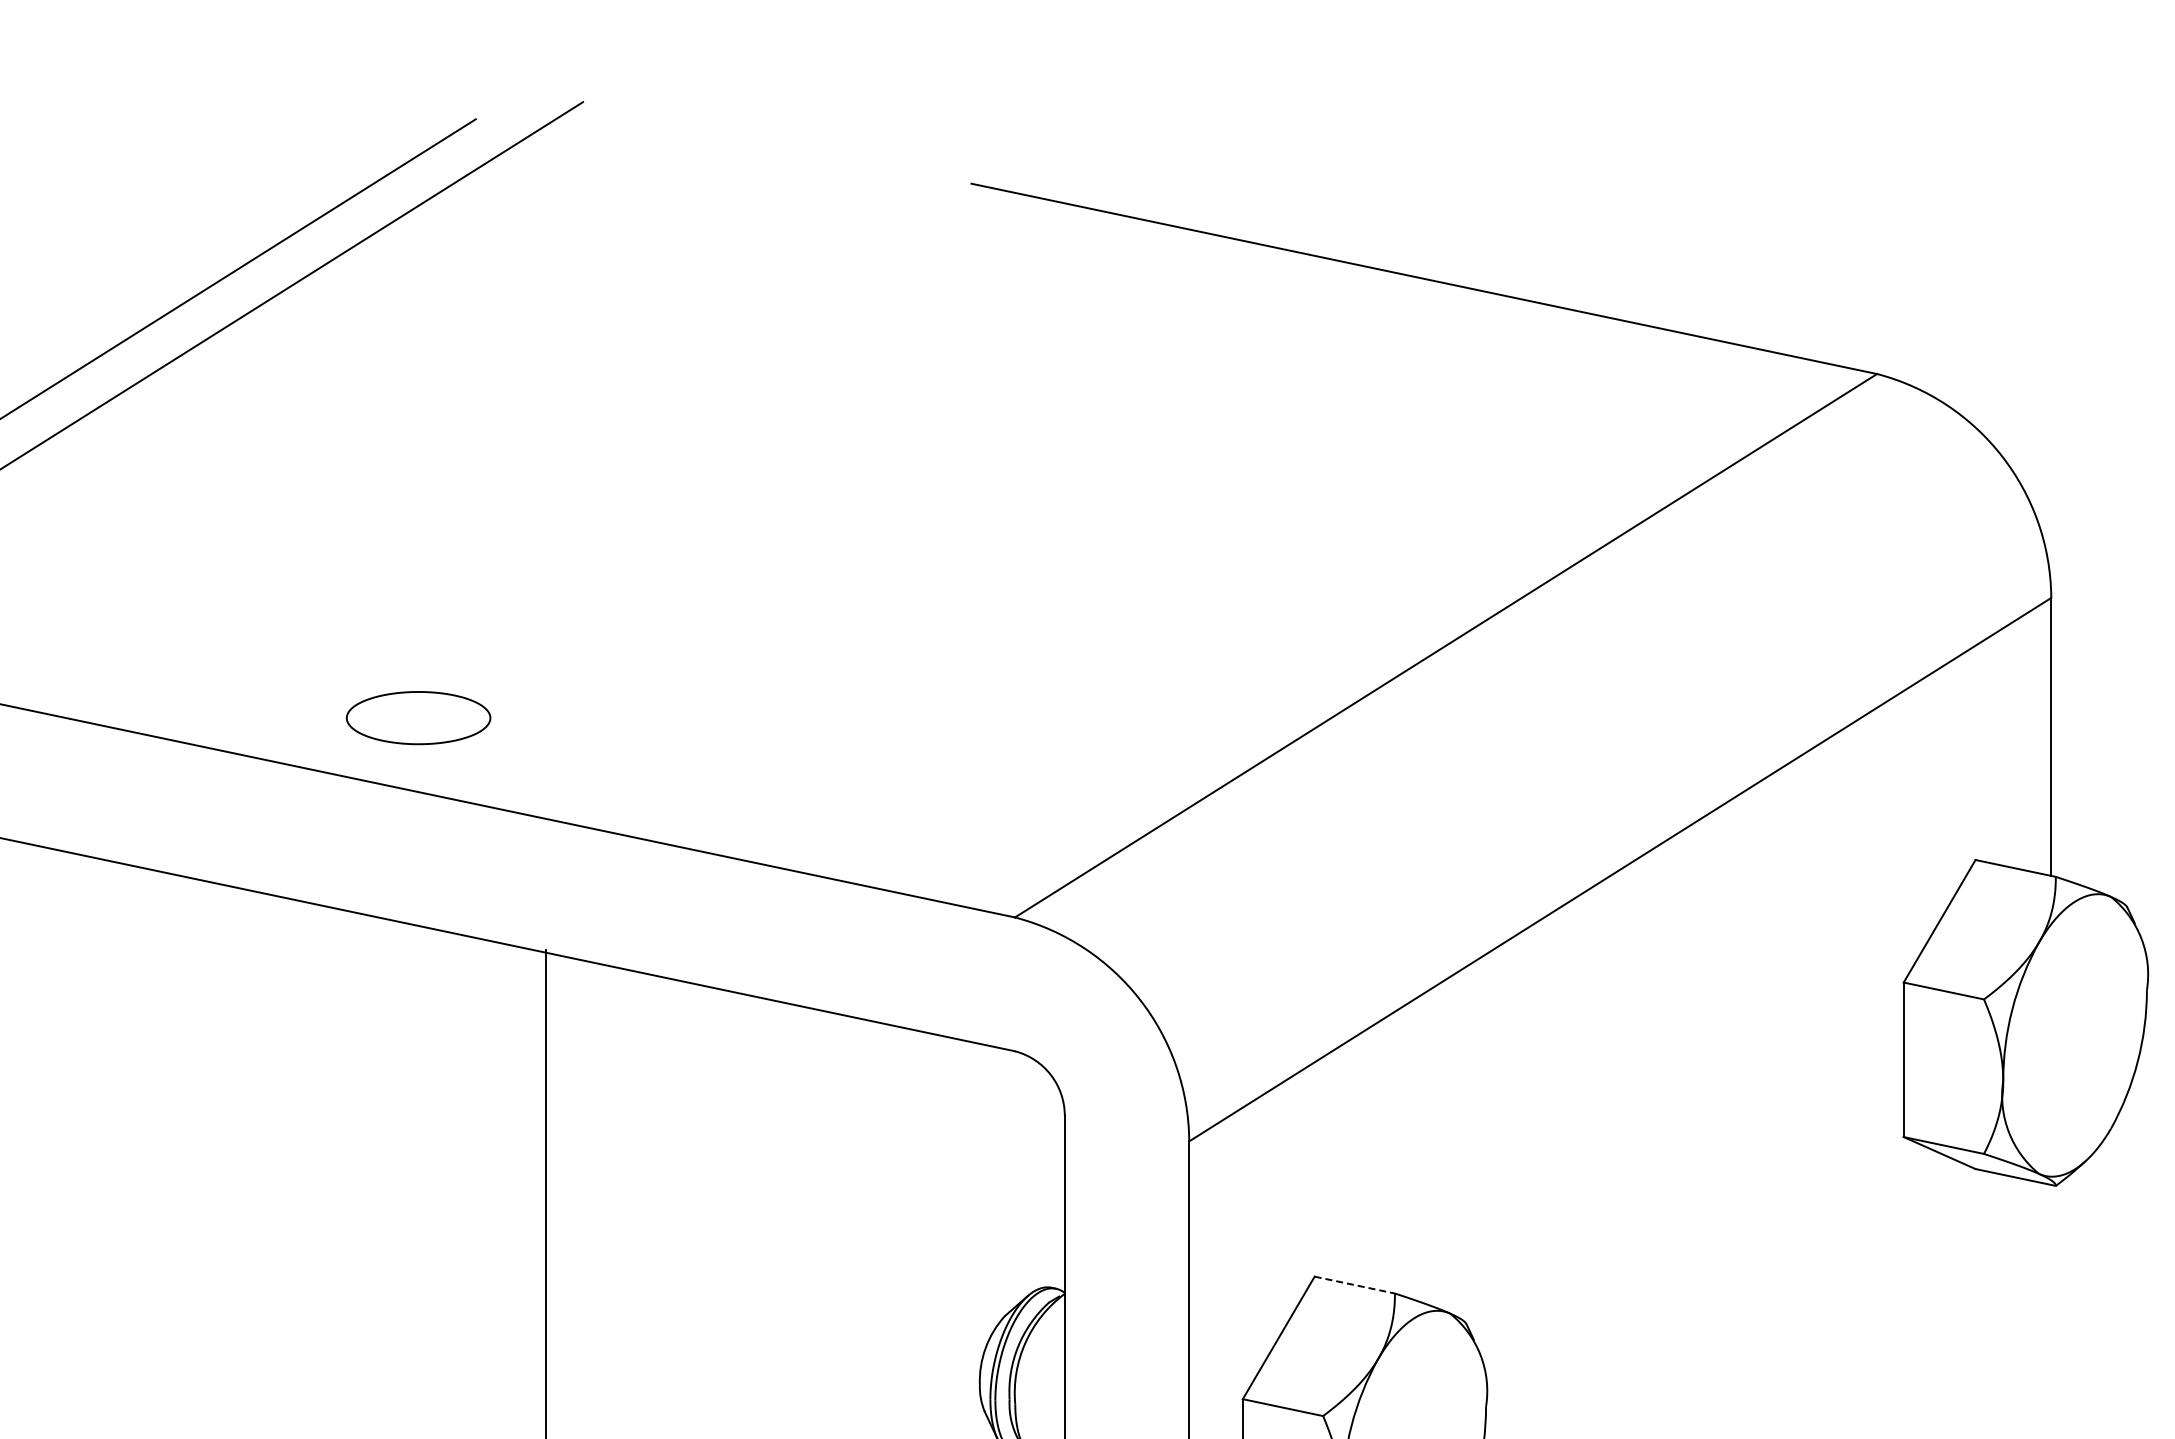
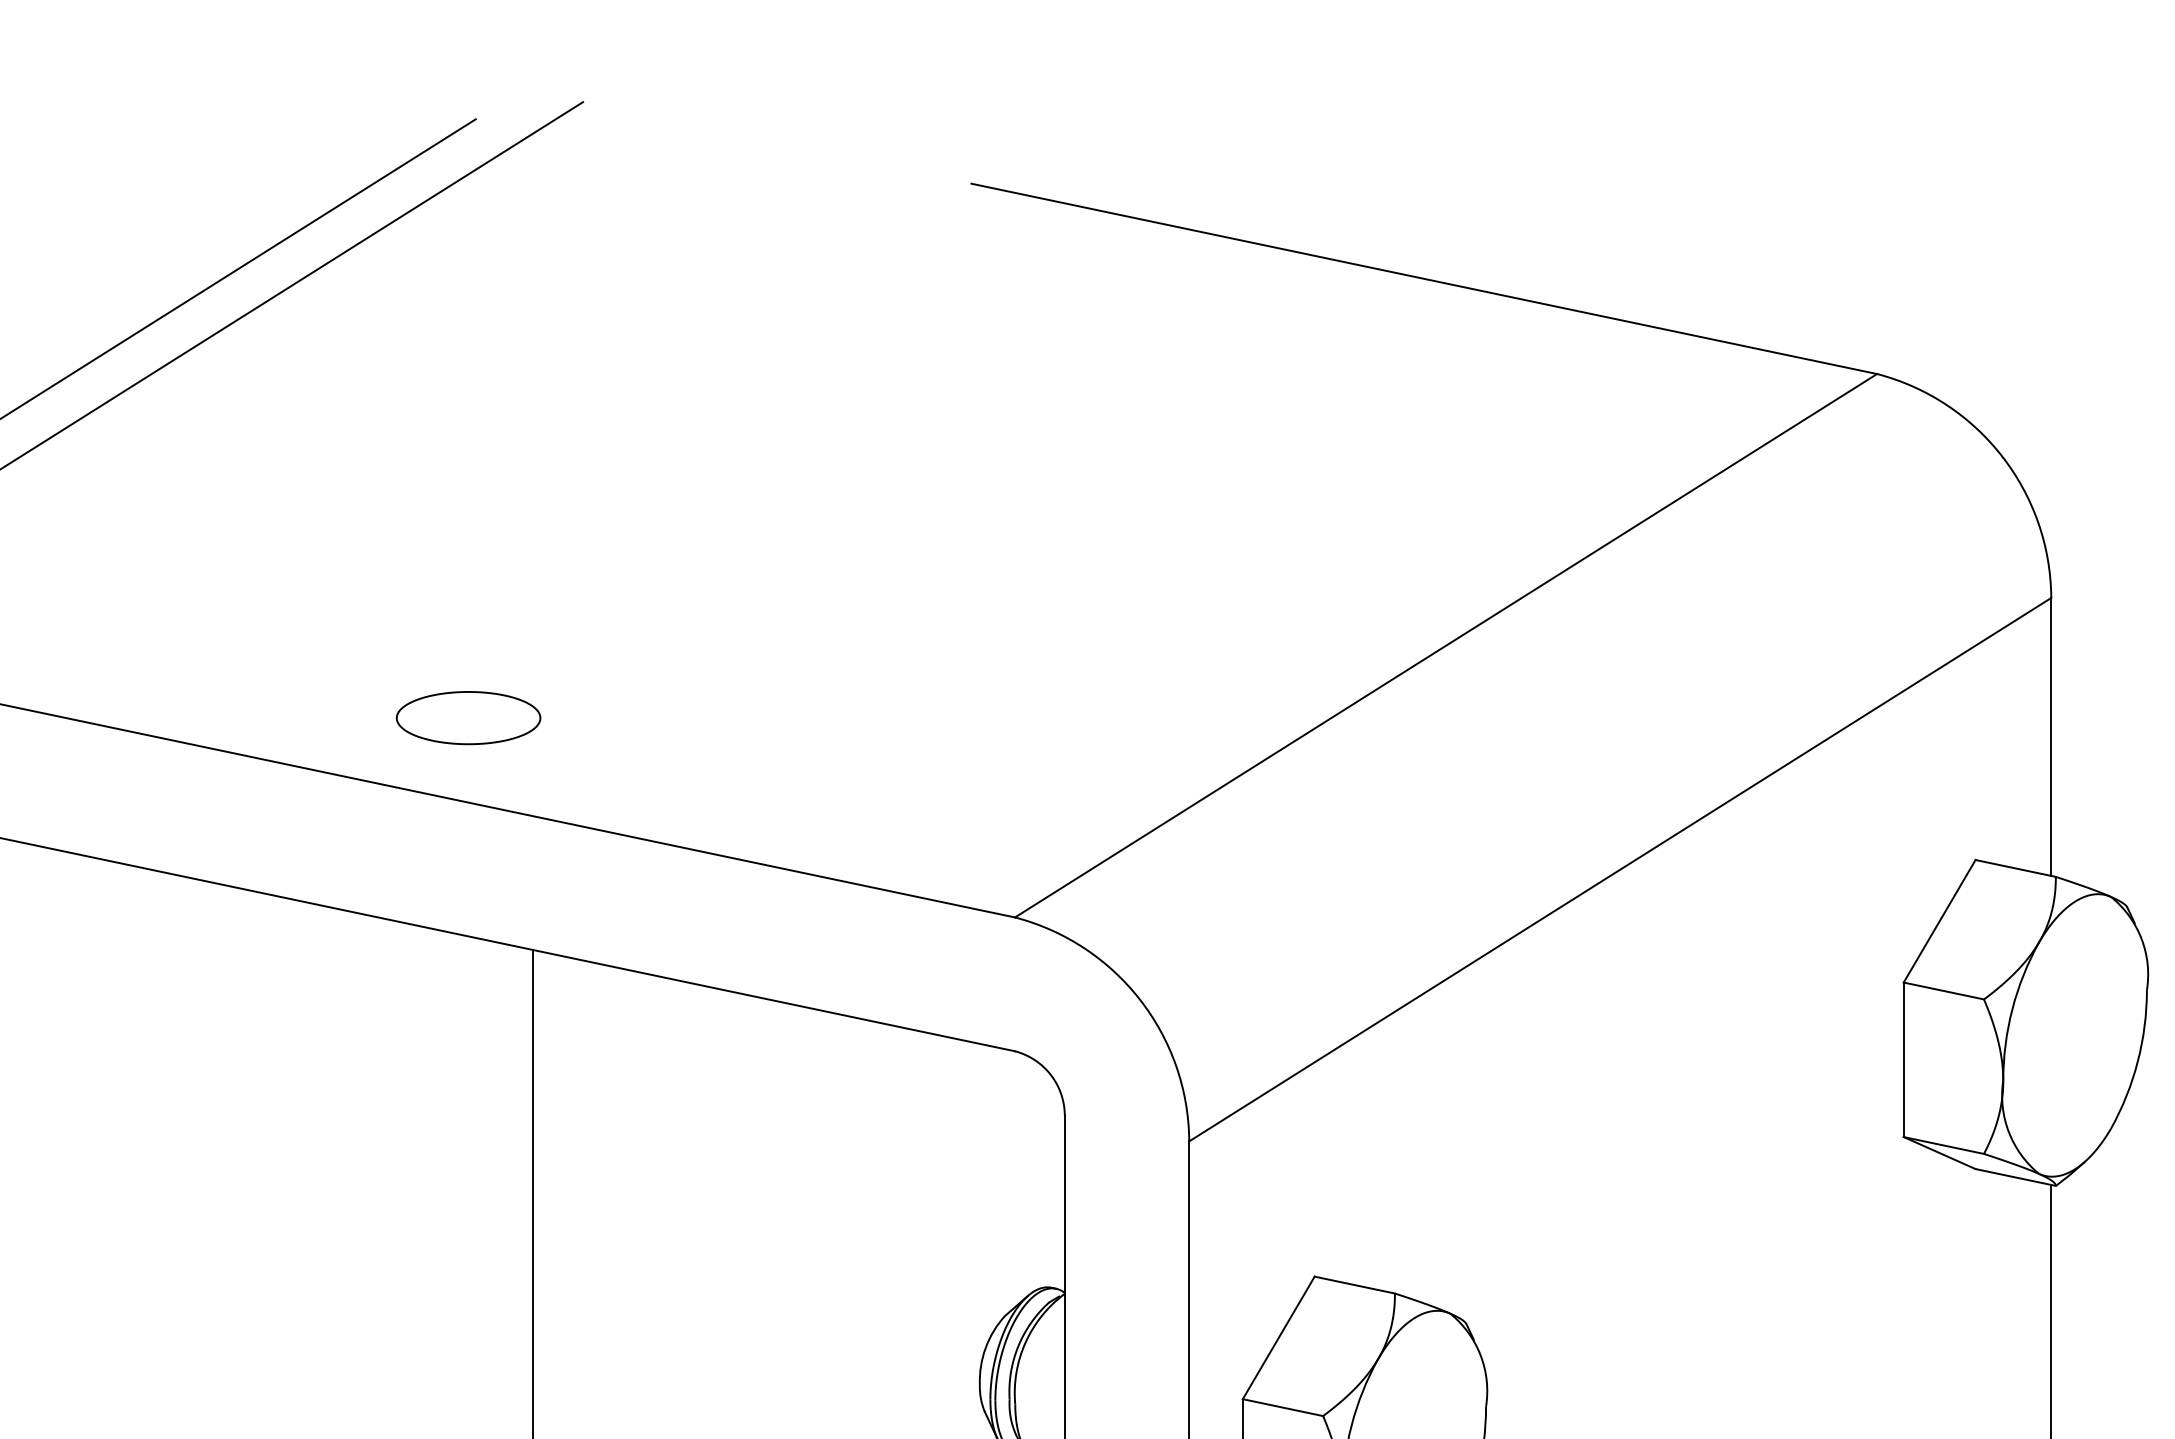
part at (418, 718) position: (418, 718) -> (468, 718)
line at (546, 1192) position: (546, 1192) -> (533, 1192)
line at (1355, 1285): dashed -> solid
line at (2051, 1309): none -> present
